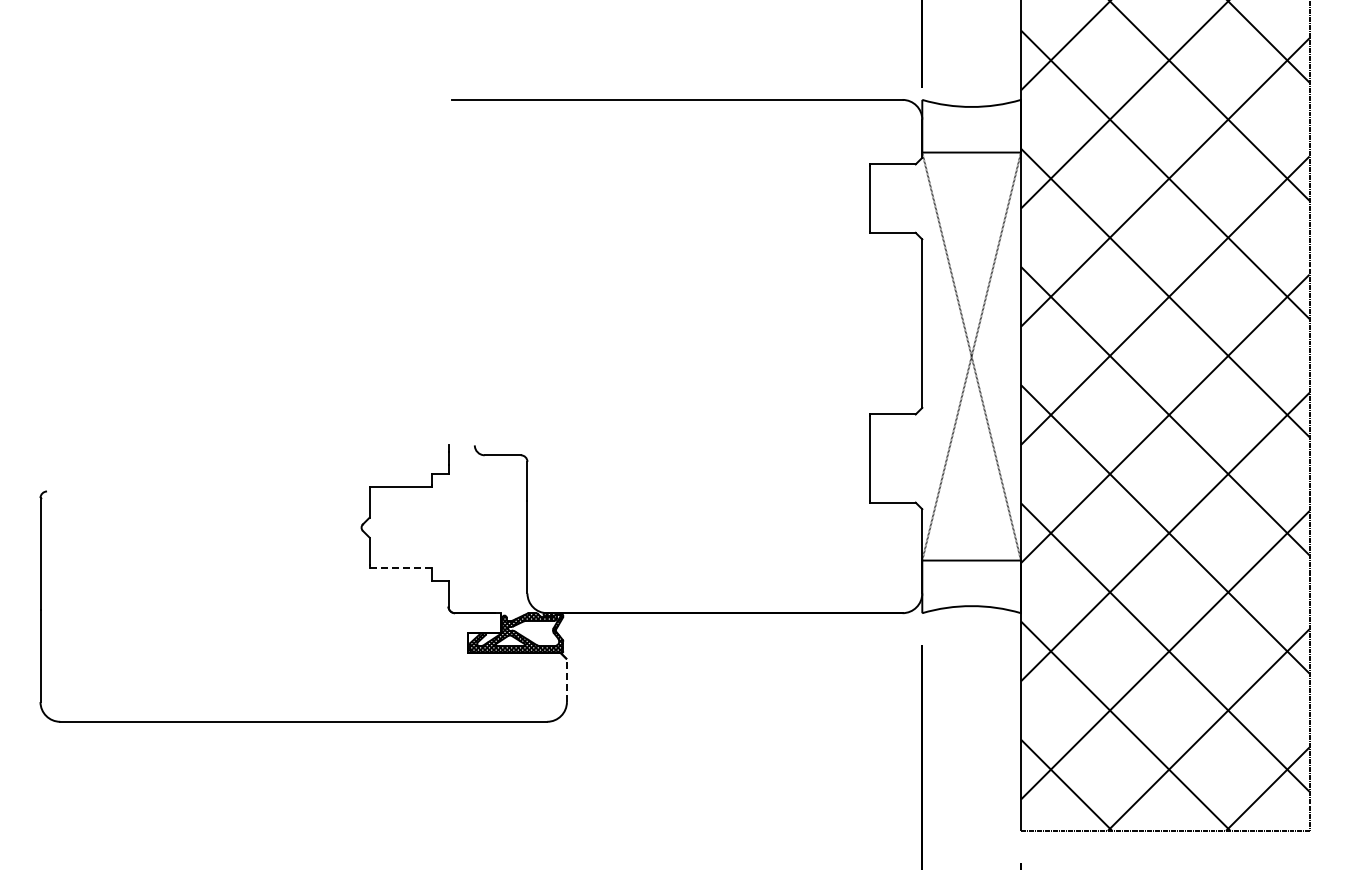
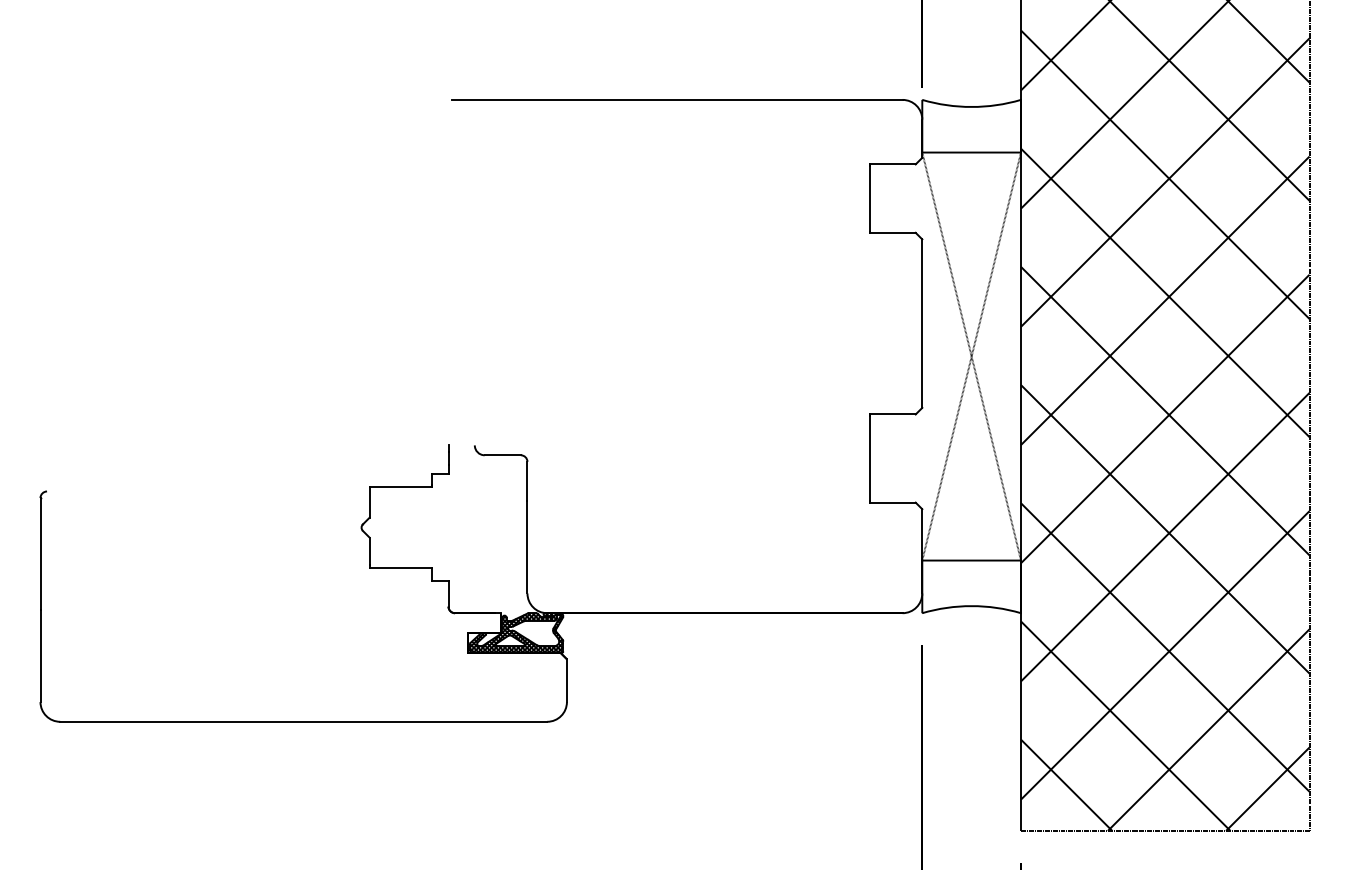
line at (400, 568): dashed -> solid
line at (566, 680): dashed -> solid
